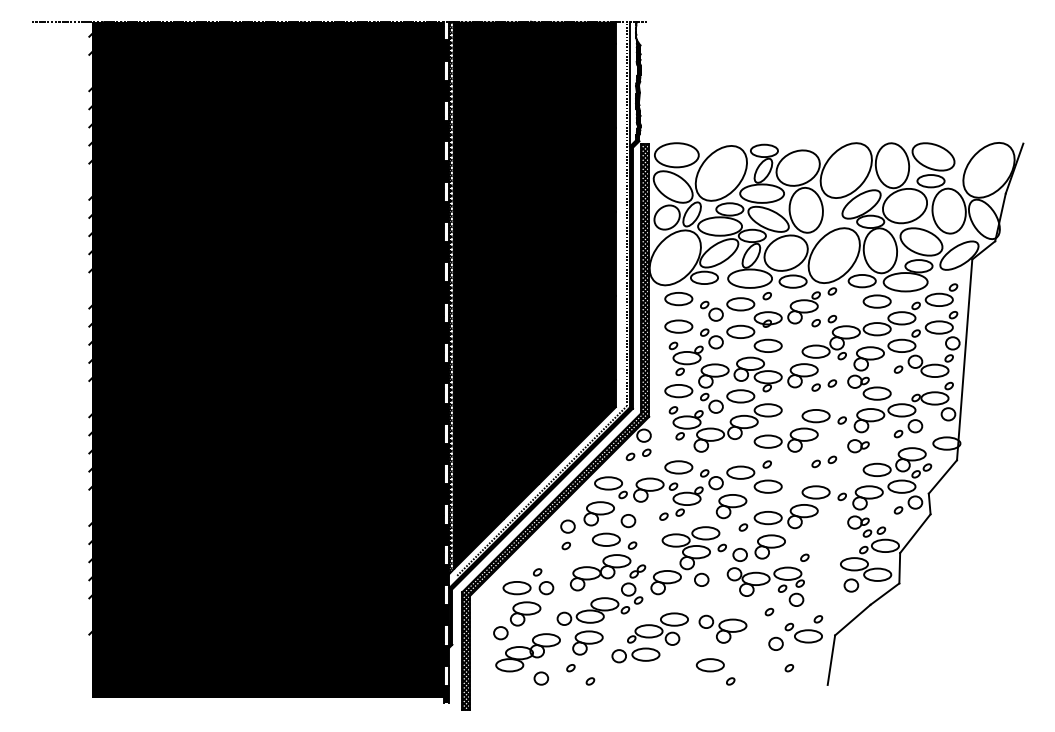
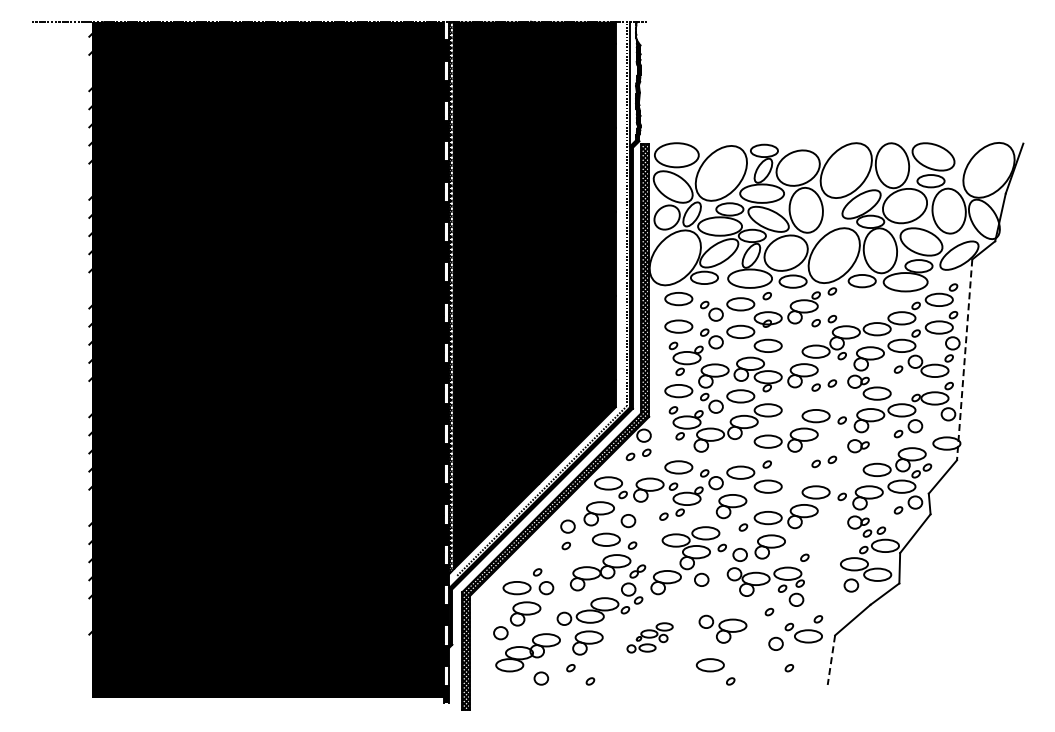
part at (876, 301): present -> none
line at (964, 359): solid -> dashed
part at (649, 637) size: 78x52 px -> 48x32 px
line at (831, 660): solid -> dashed
